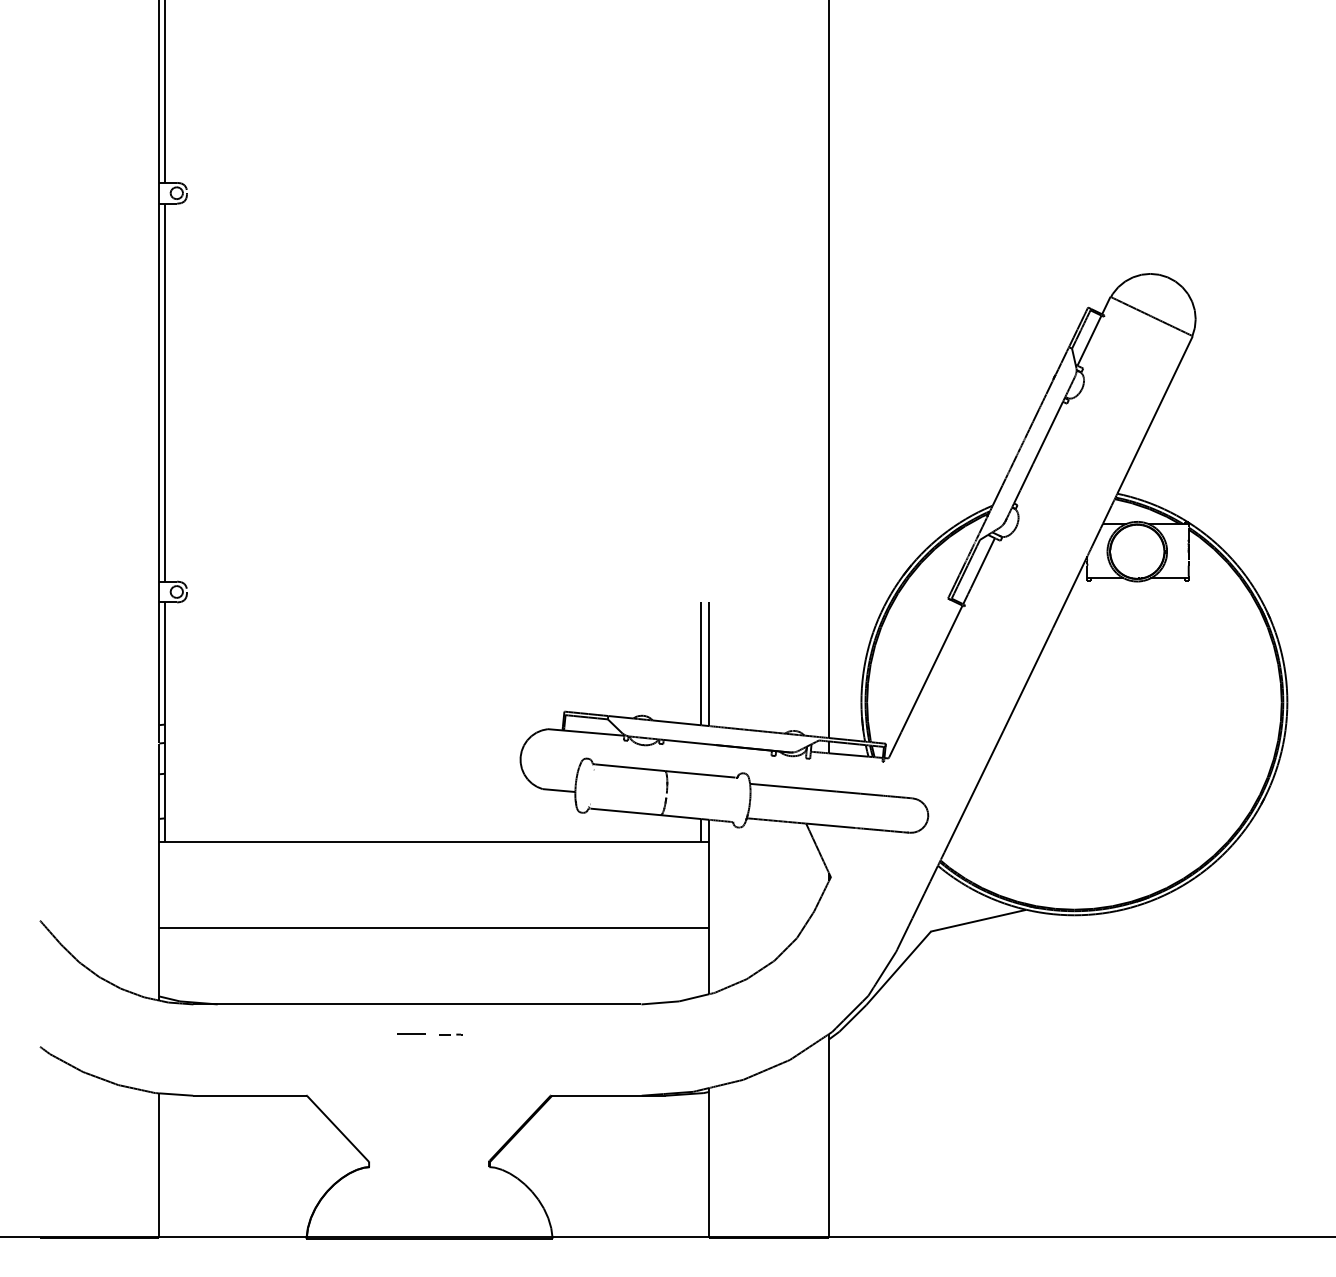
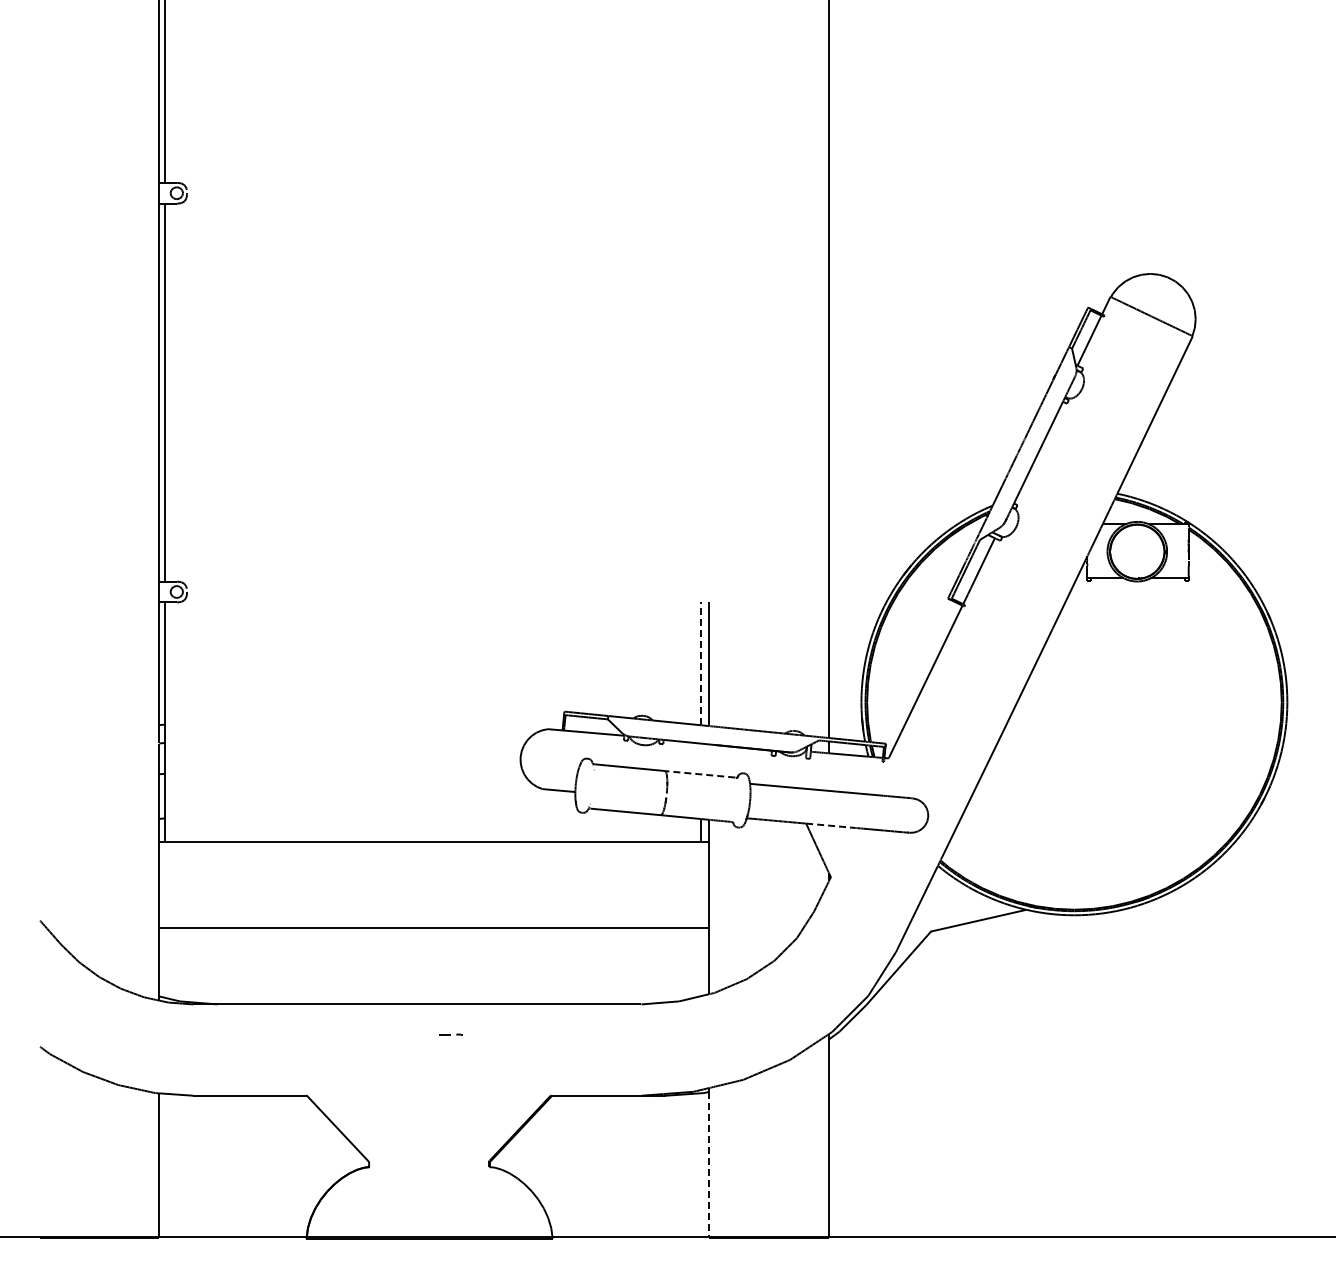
line at (701, 663): solid -> dashed
line at (699, 774): solid -> dashed
line at (830, 825): solid -> dashed
line at (411, 1033): present -> none
line at (709, 1165): solid -> dashed
